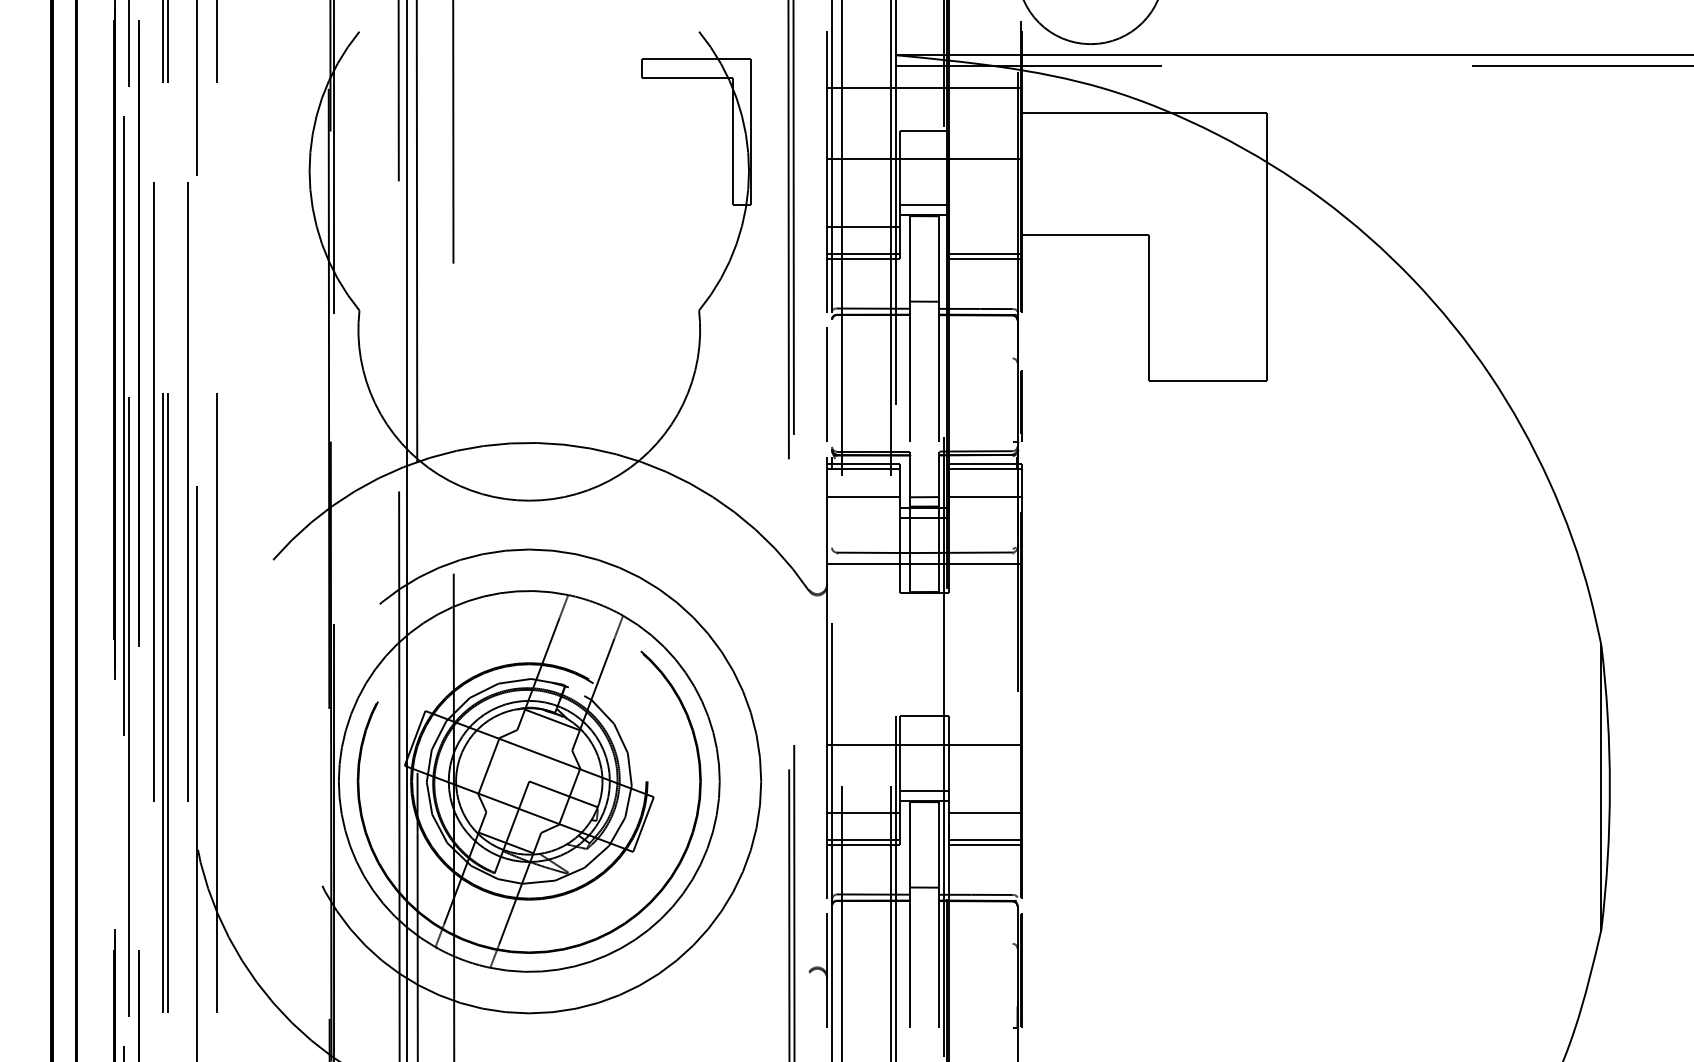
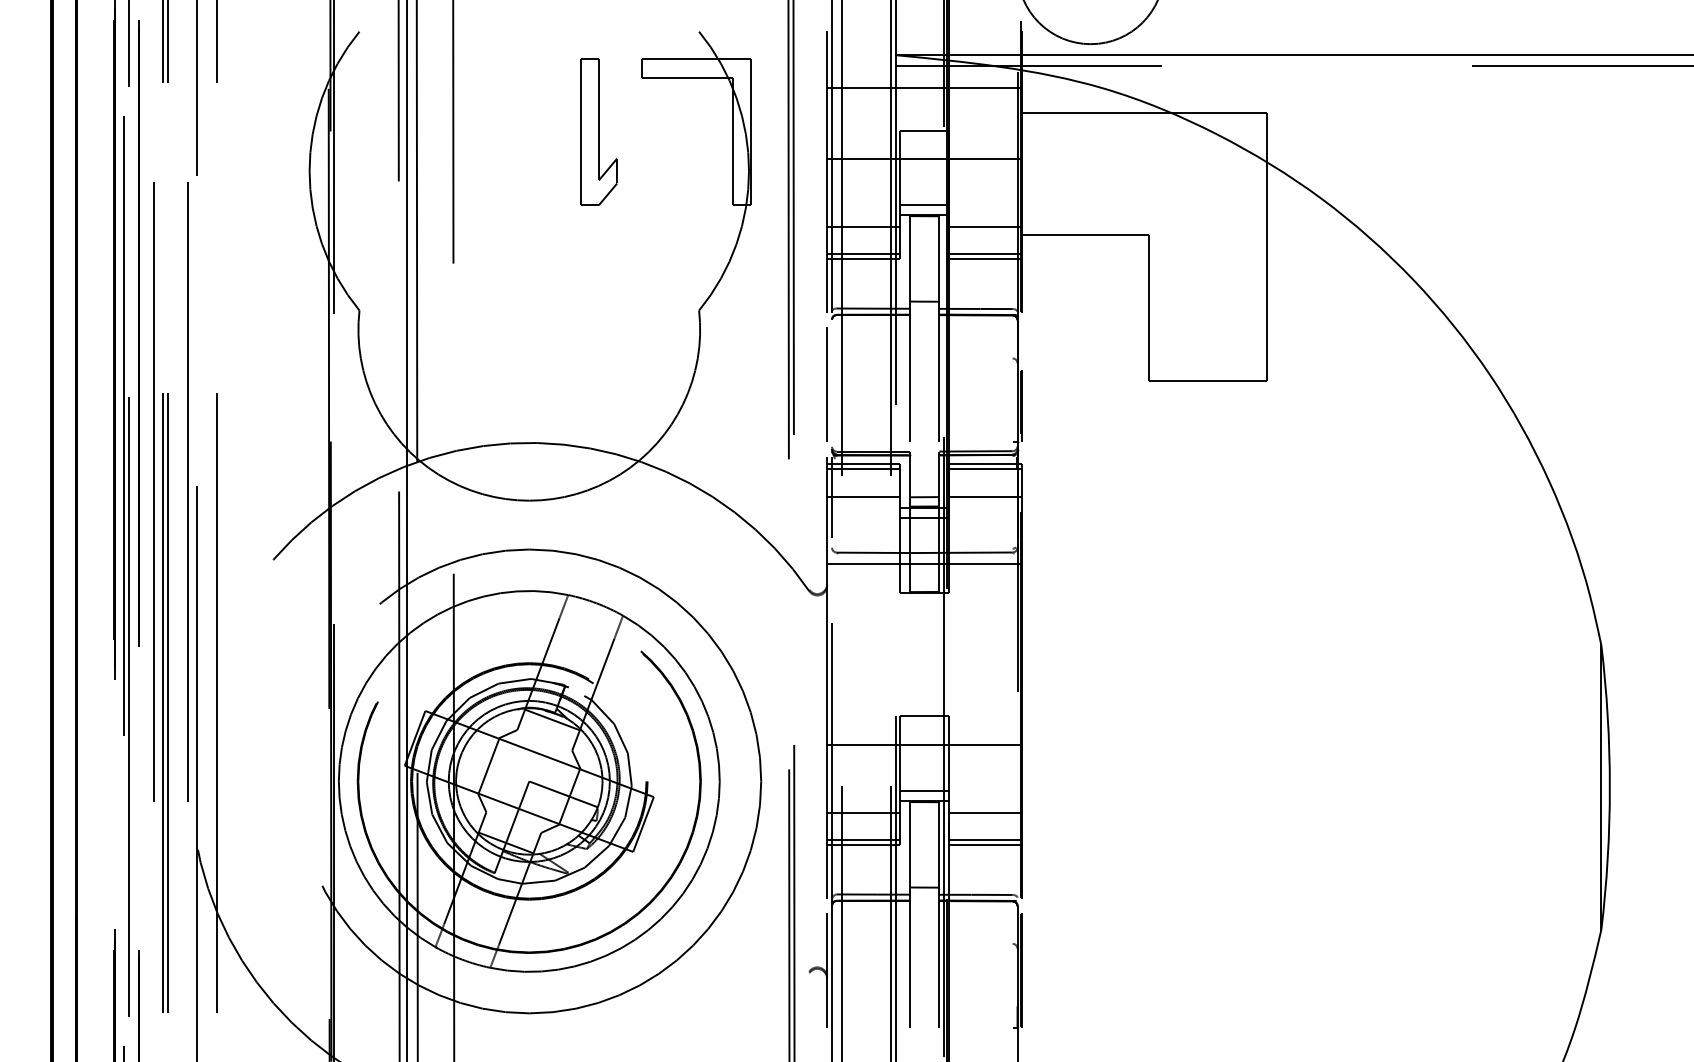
part at (598, 131): none -> present
line at (985, 226): none -> present
line at (832, 503): none -> present
